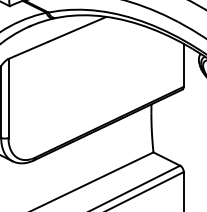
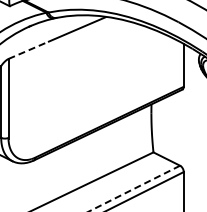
line at (28, 50): solid -> dashed
line at (133, 188): solid -> dashed
